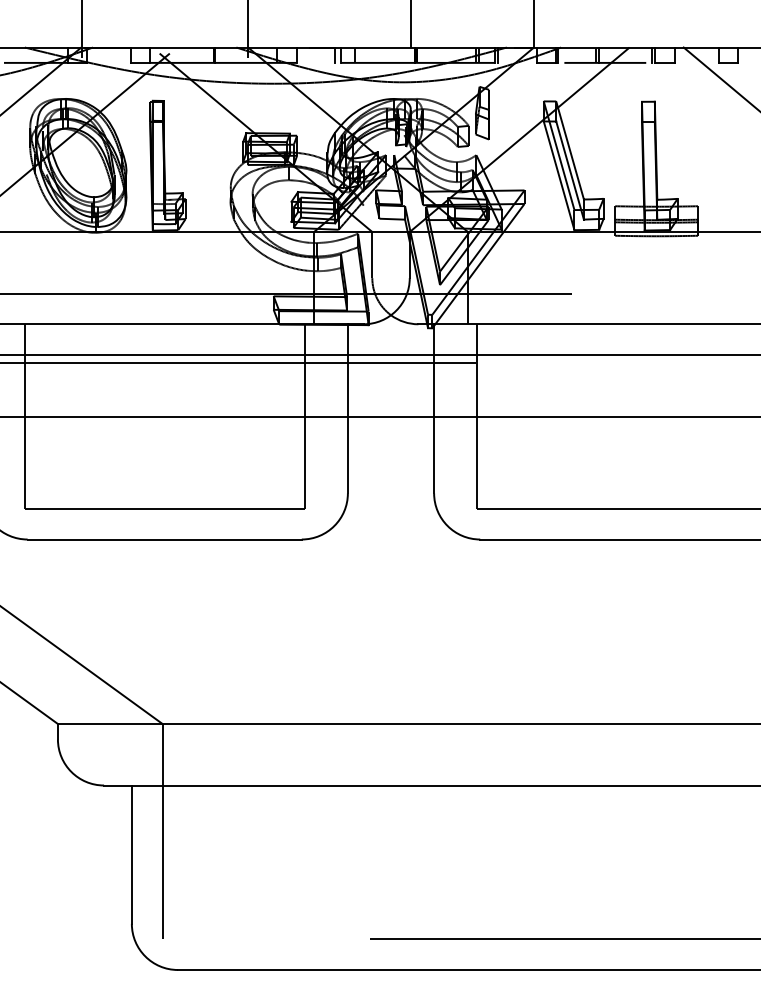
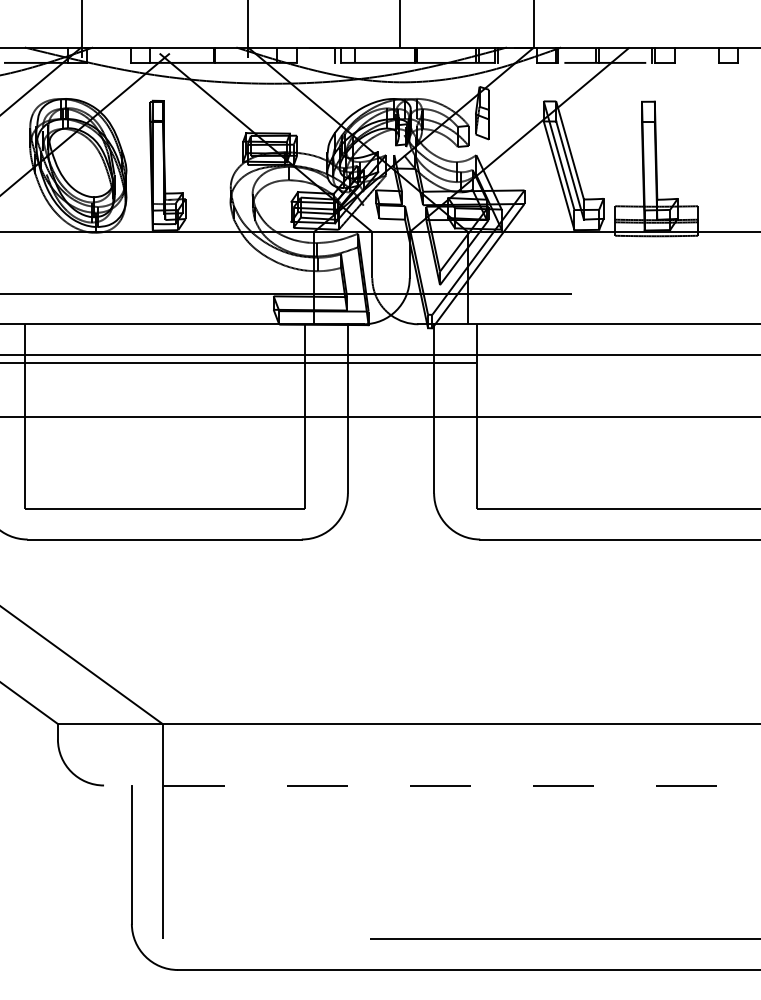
line at (410, 24) position: (410, 24) -> (399, 24)
line at (720, 78): present -> none
line at (431, 785): solid -> dashed
